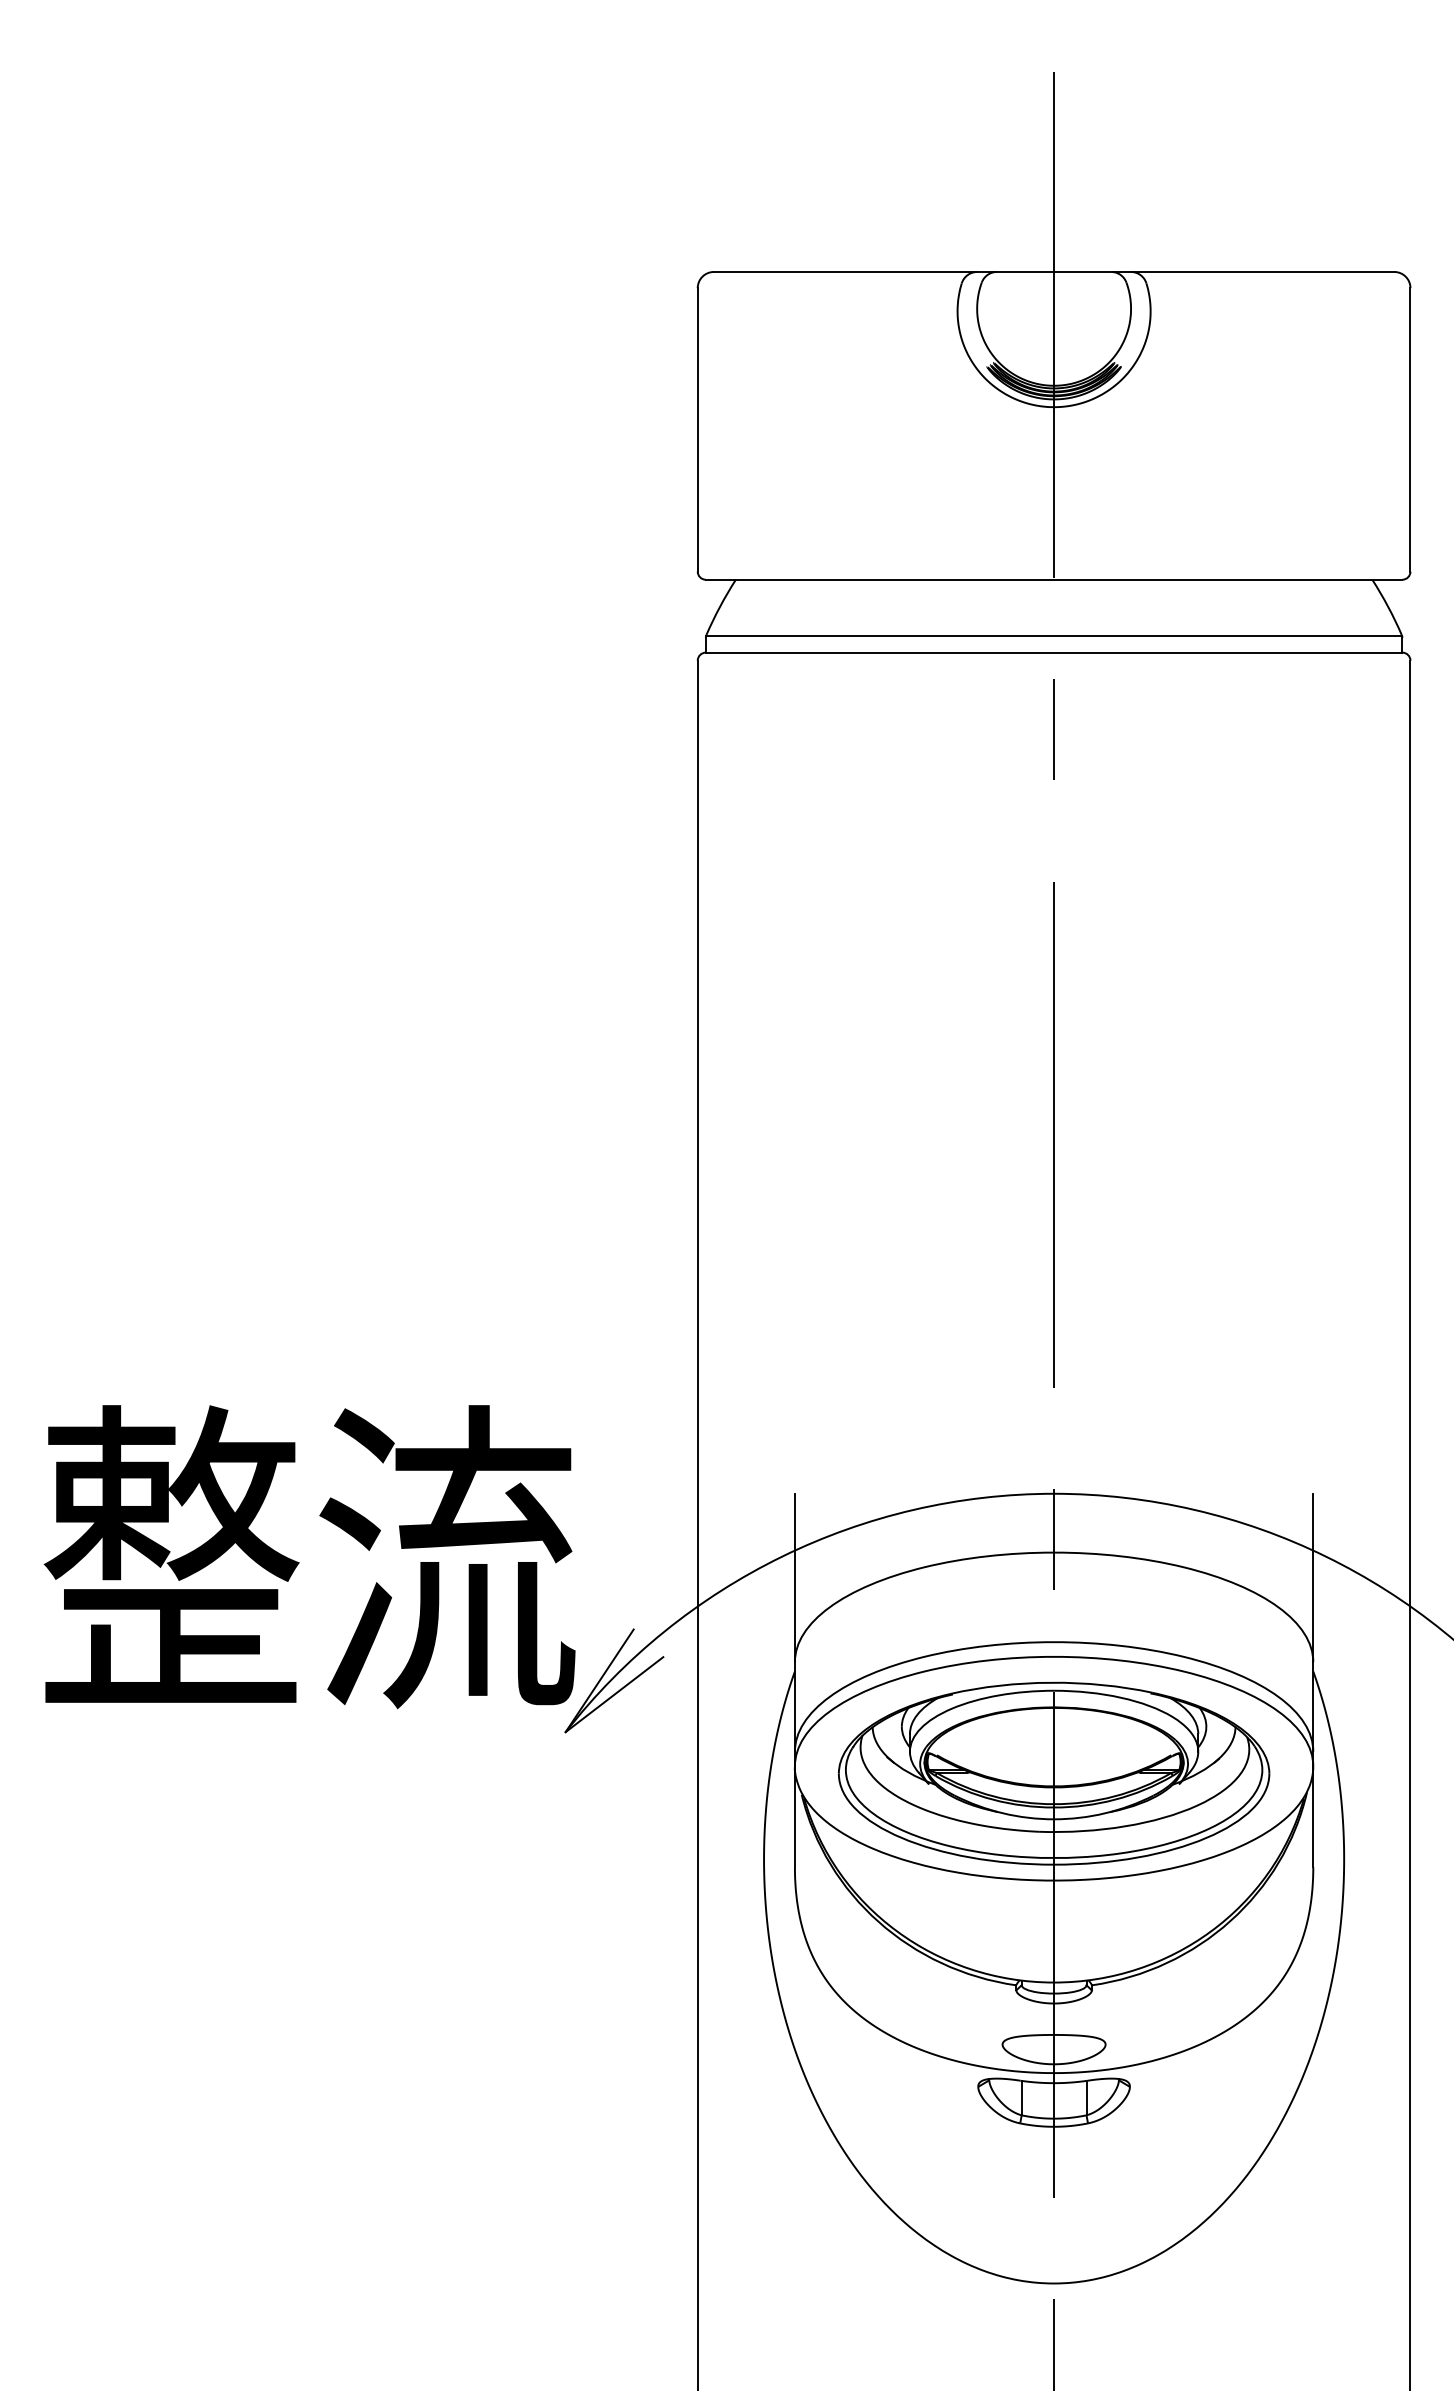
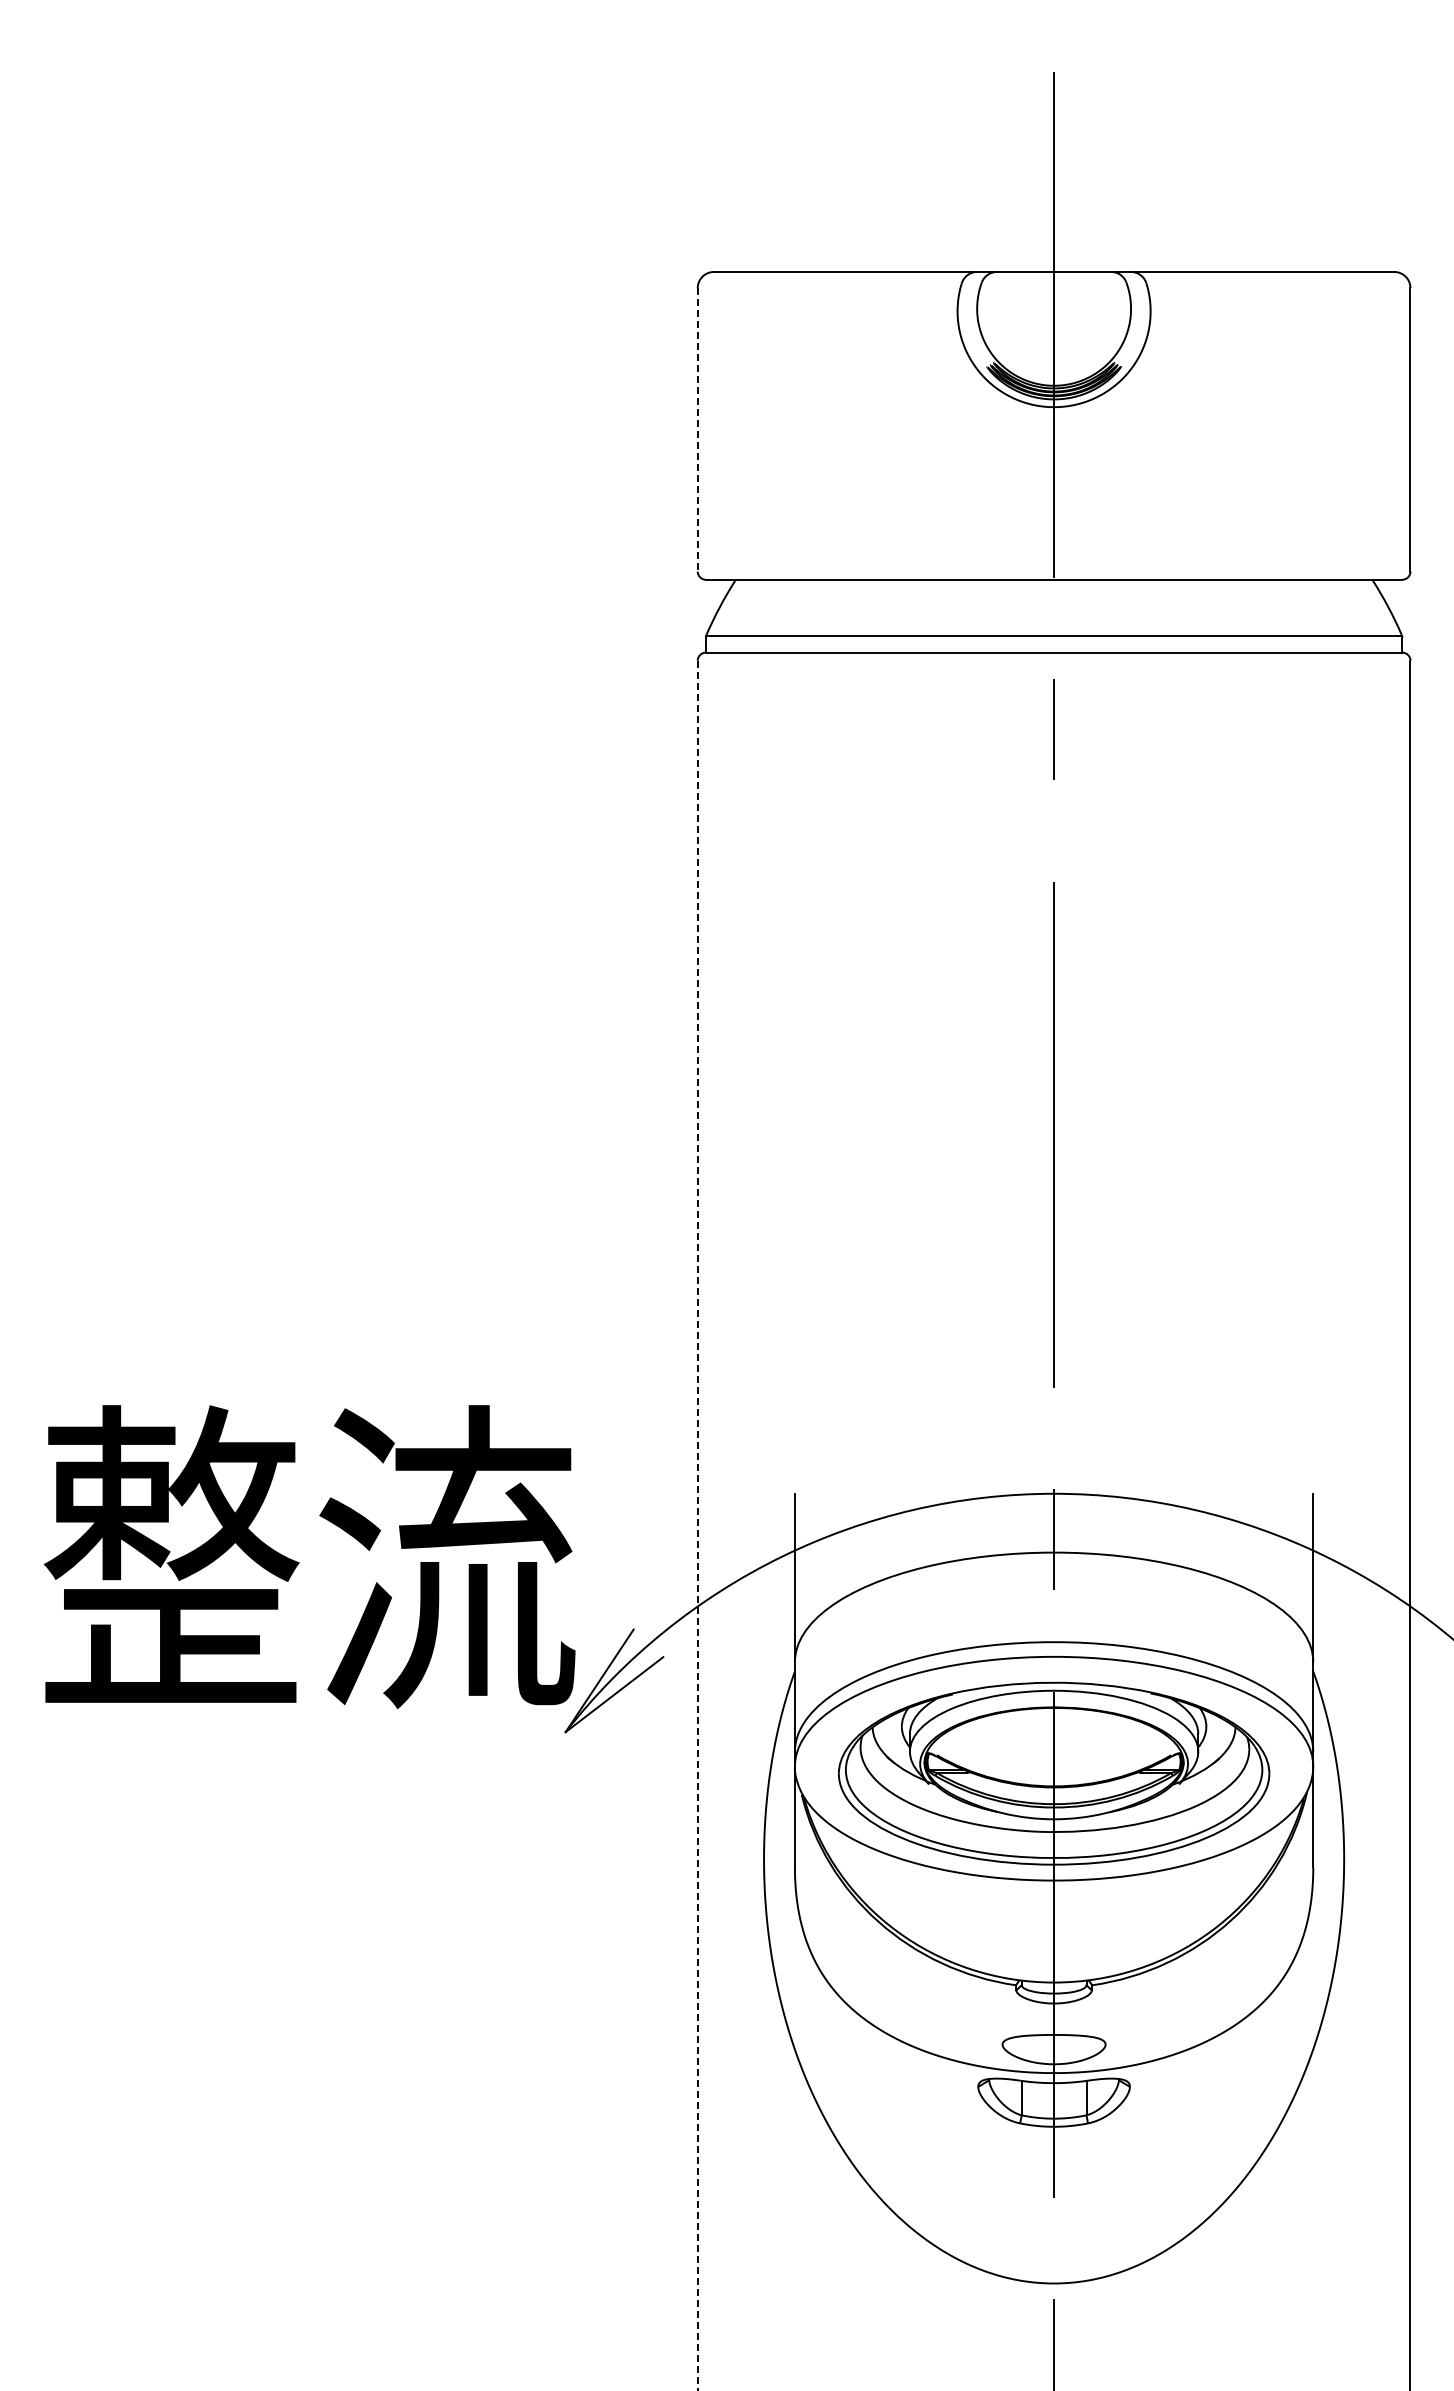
line at (697, 429): solid -> dashed
line at (697, 1525): solid -> dashed
